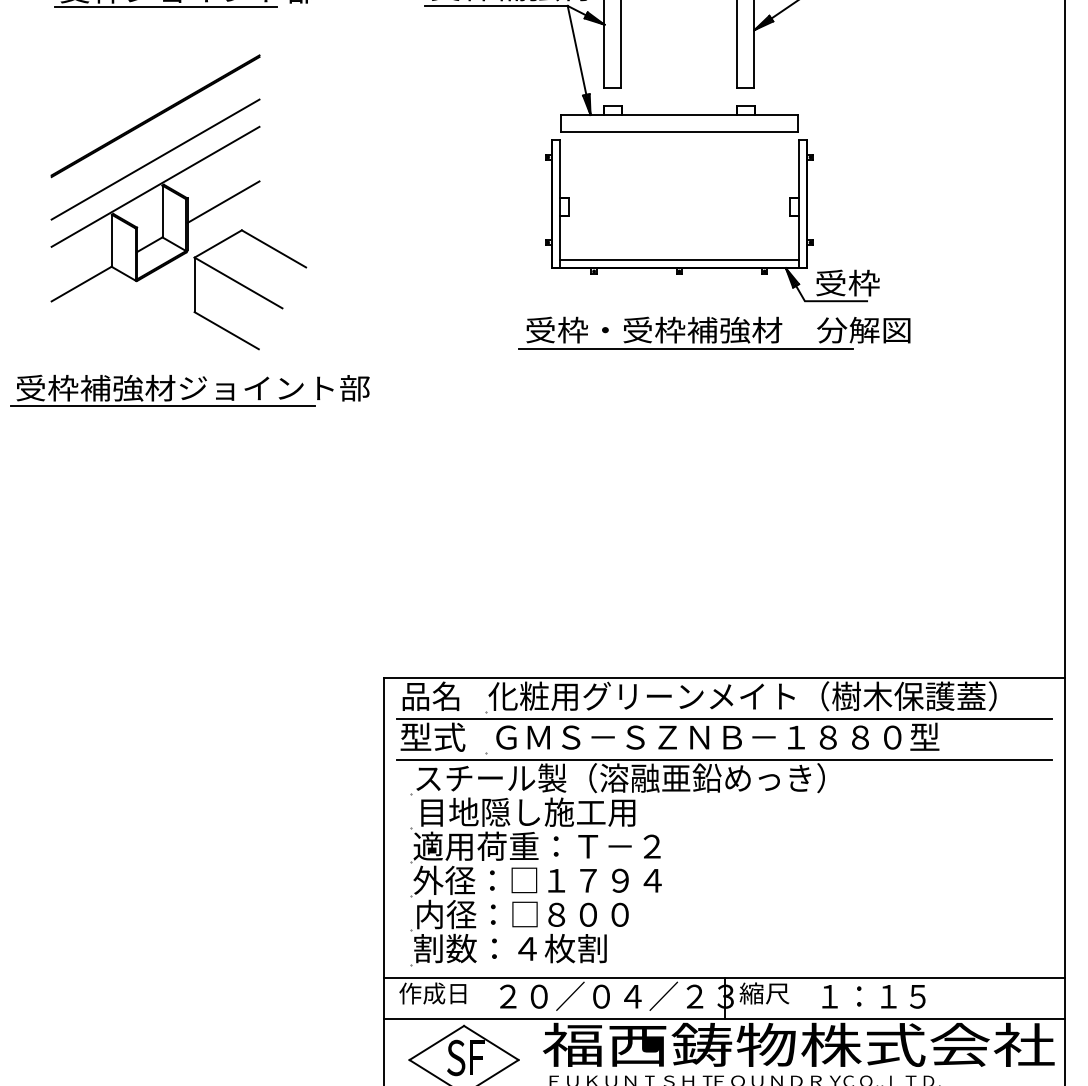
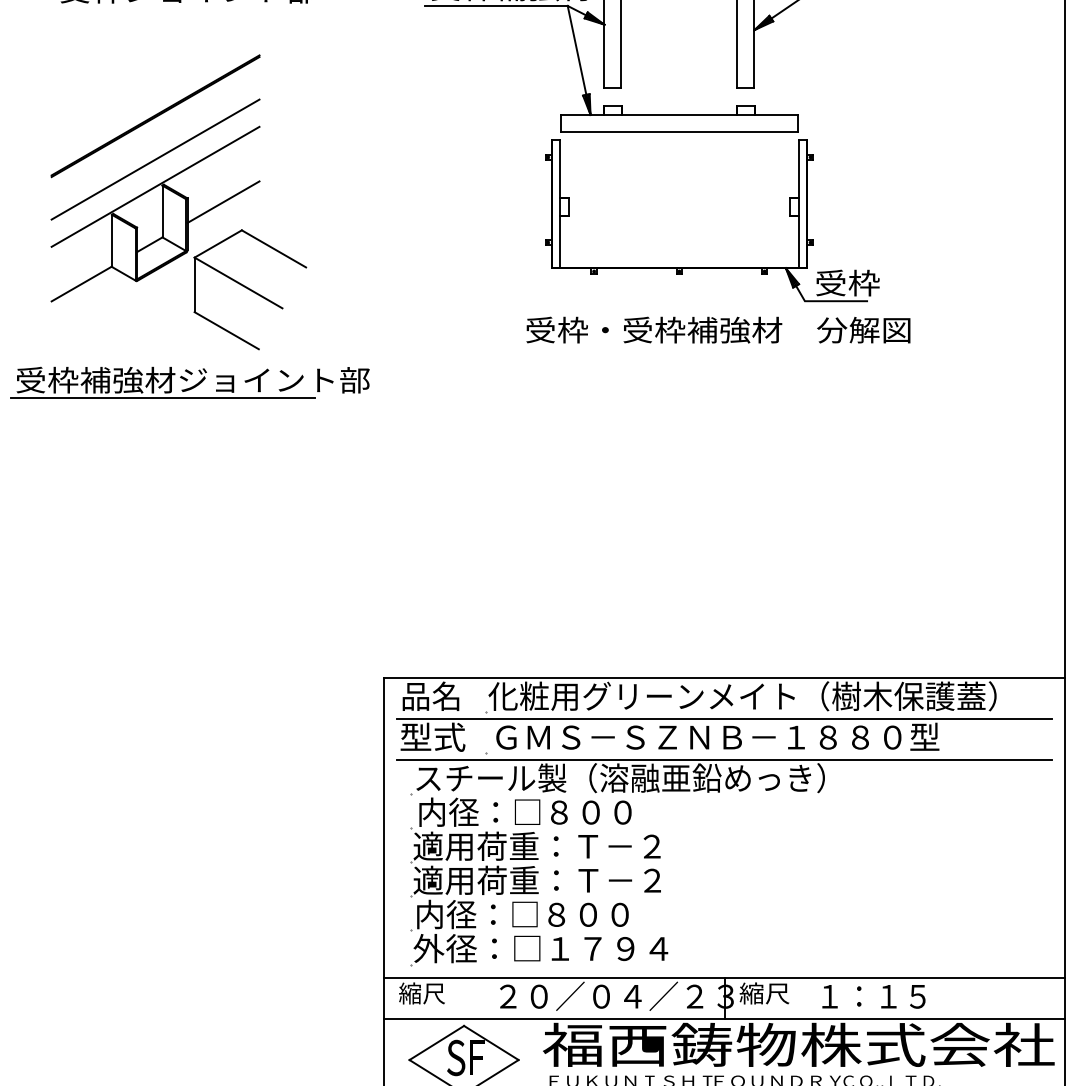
line at (165, 7): present -> none
line at (679, 259): present -> none
line at (685, 348): present -> none
part at (189, 390) position: (189, 390) -> (189, 382)
text at (527, 811): 目地隠し施工用 -> 内径：□８００
text at (537, 879): 外径：□１７９４ -> 適用荷重：Ｔ－２
text at (540, 948): 割数：４枚割 -> 外径：□１７９４
text at (432, 993): 作成日 -> 縮尺
